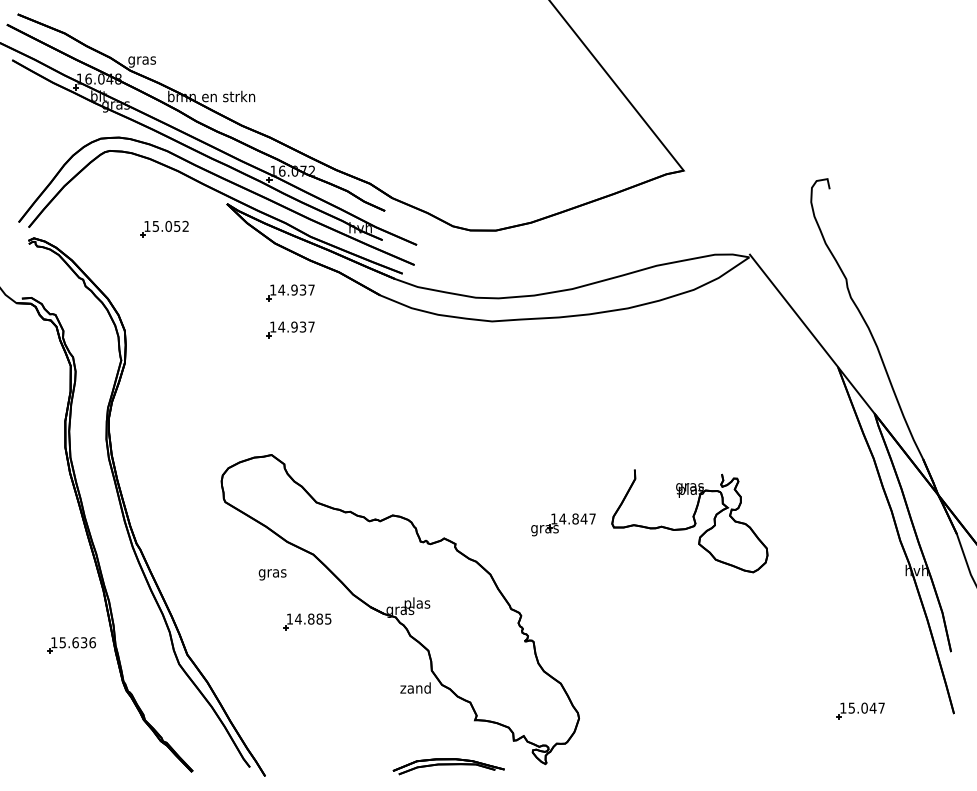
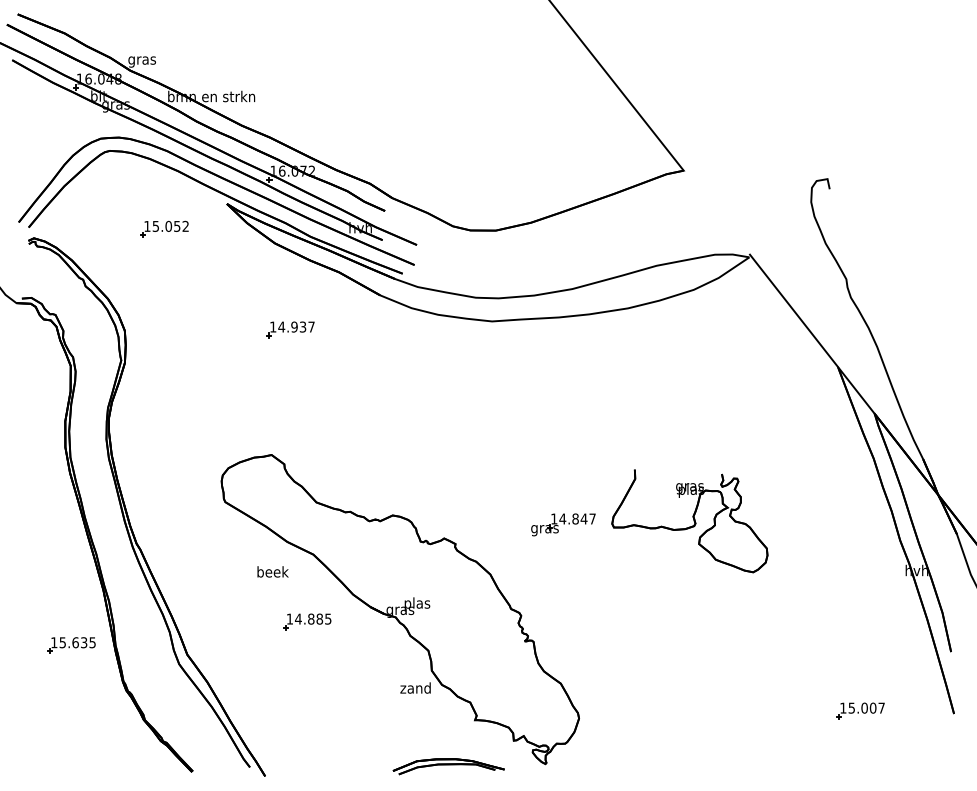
part at (290, 292): present -> none
text at (272, 573): gras -> beek
text at (92, 642): 15.636 -> 15.635
text at (872, 707): 15.047 -> 15.007
